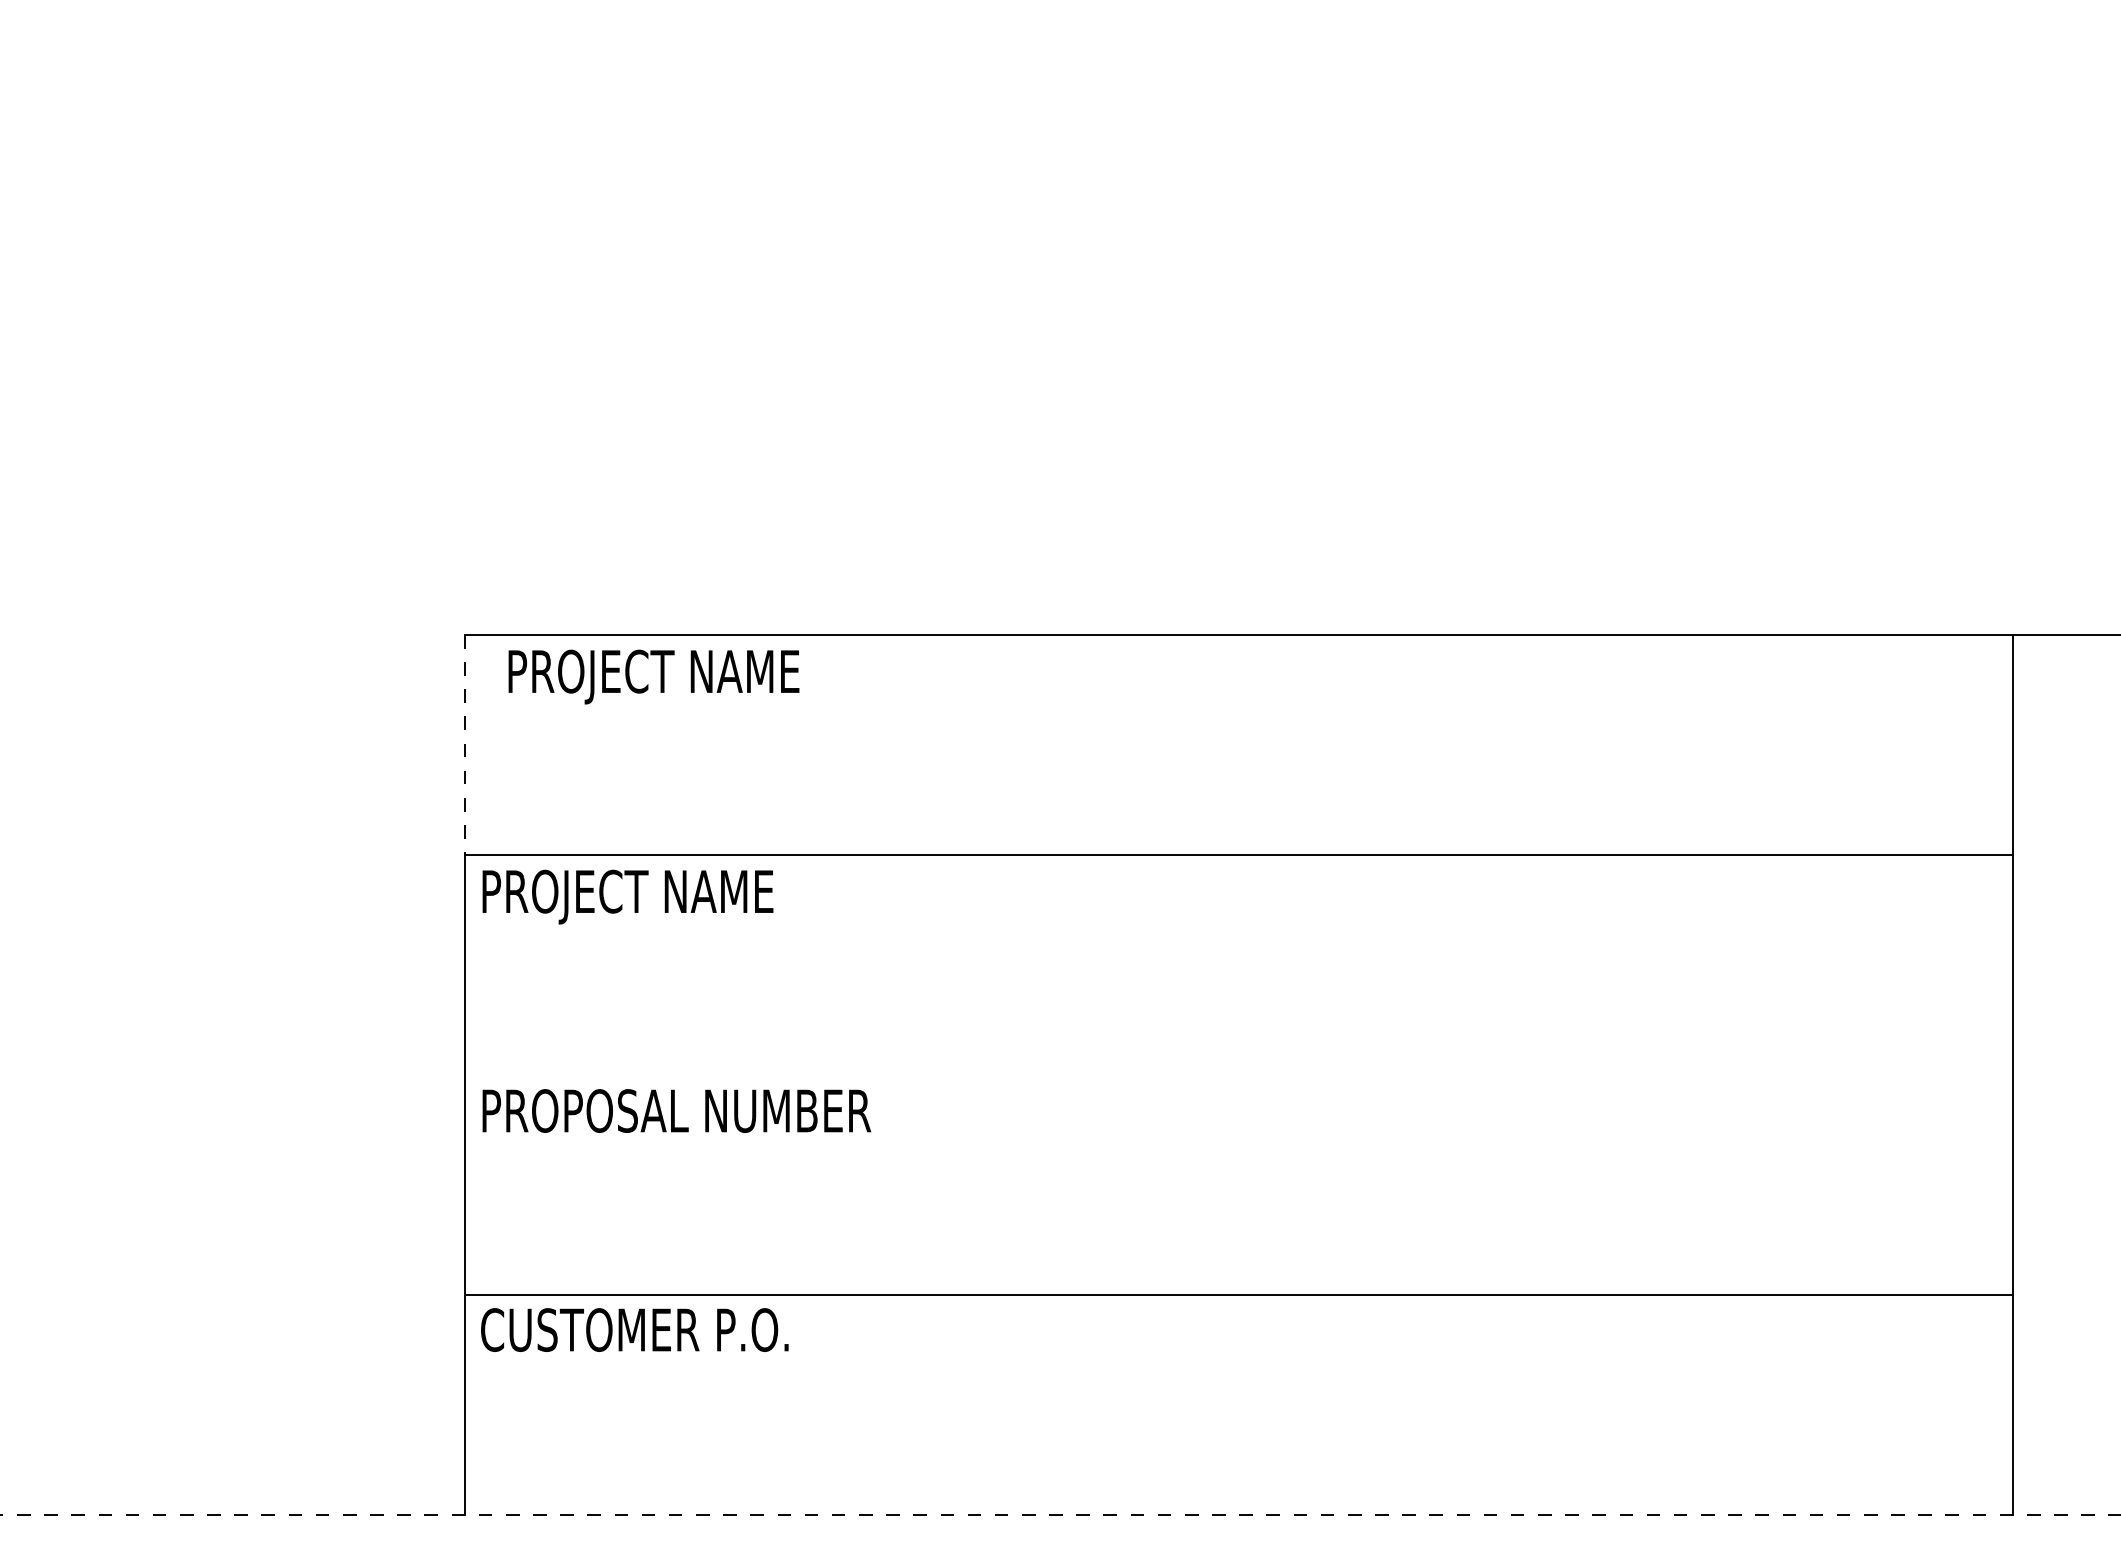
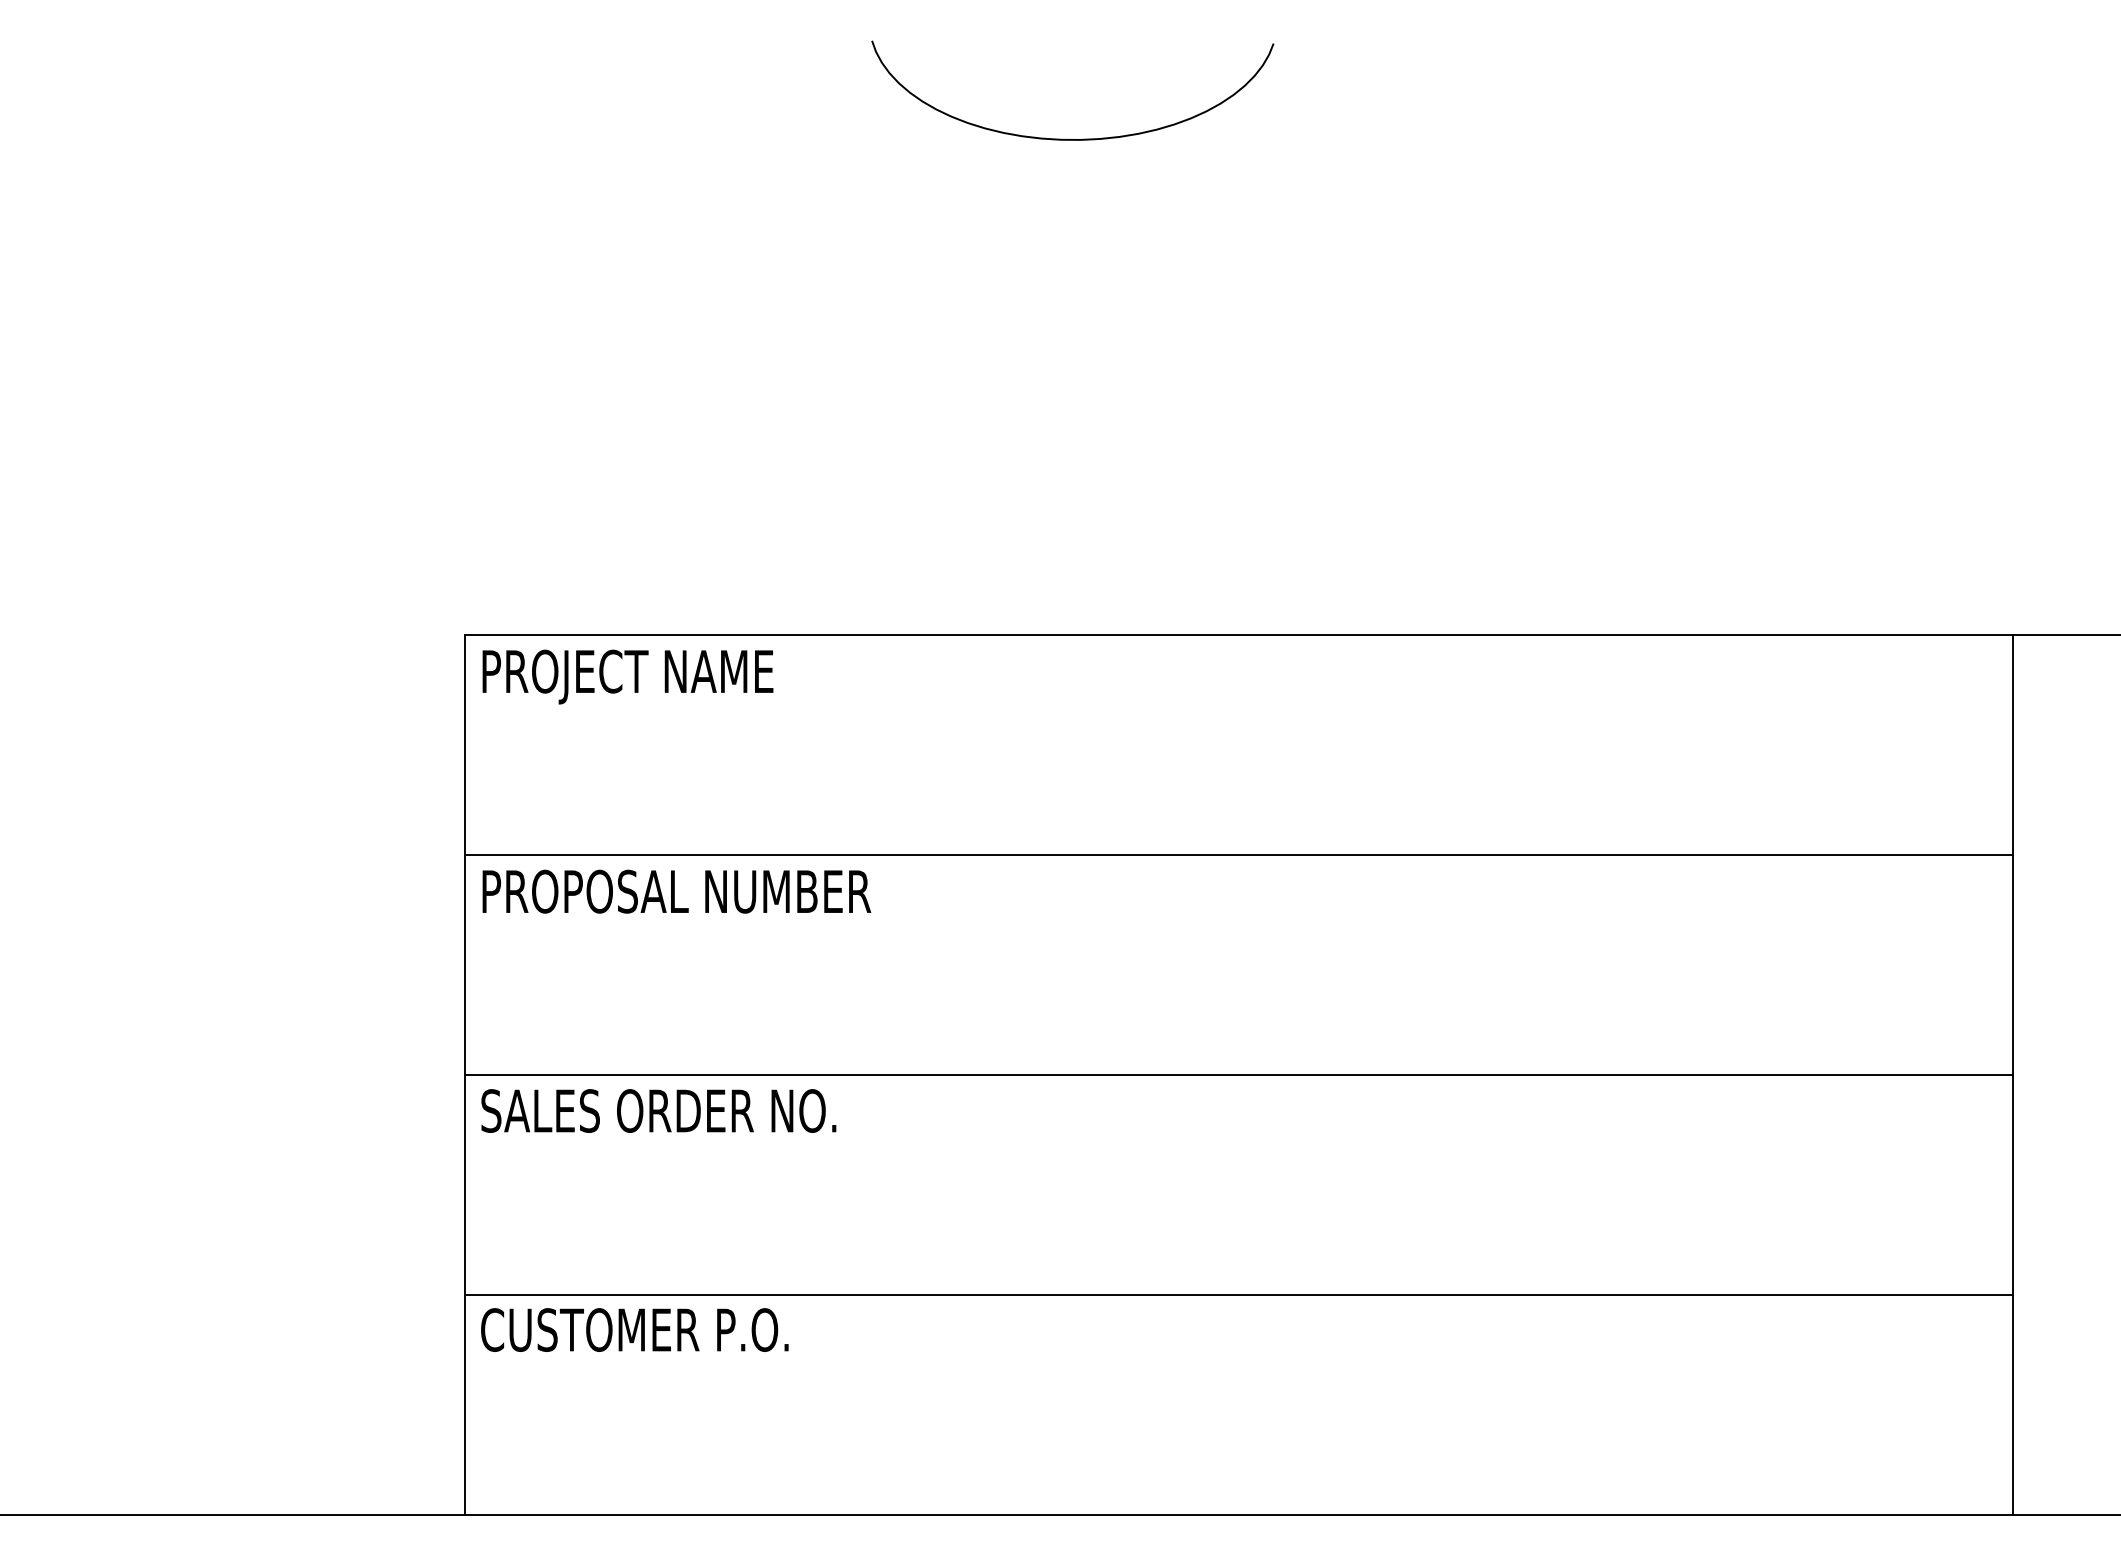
curve at (1067, 138): none -> present
text at (653, 676) position: (653, 676) -> (627, 676)
line at (465, 745): dashed -> solid
text at (714, 896): PROJECT NAME -> PROPOSAL NUMBER
line at (1239, 1075): none -> present
text at (676, 1110): PROPOSAL NUMBER -> SALES ORDER NO.
line at (1060, 1515): dashed -> solid
